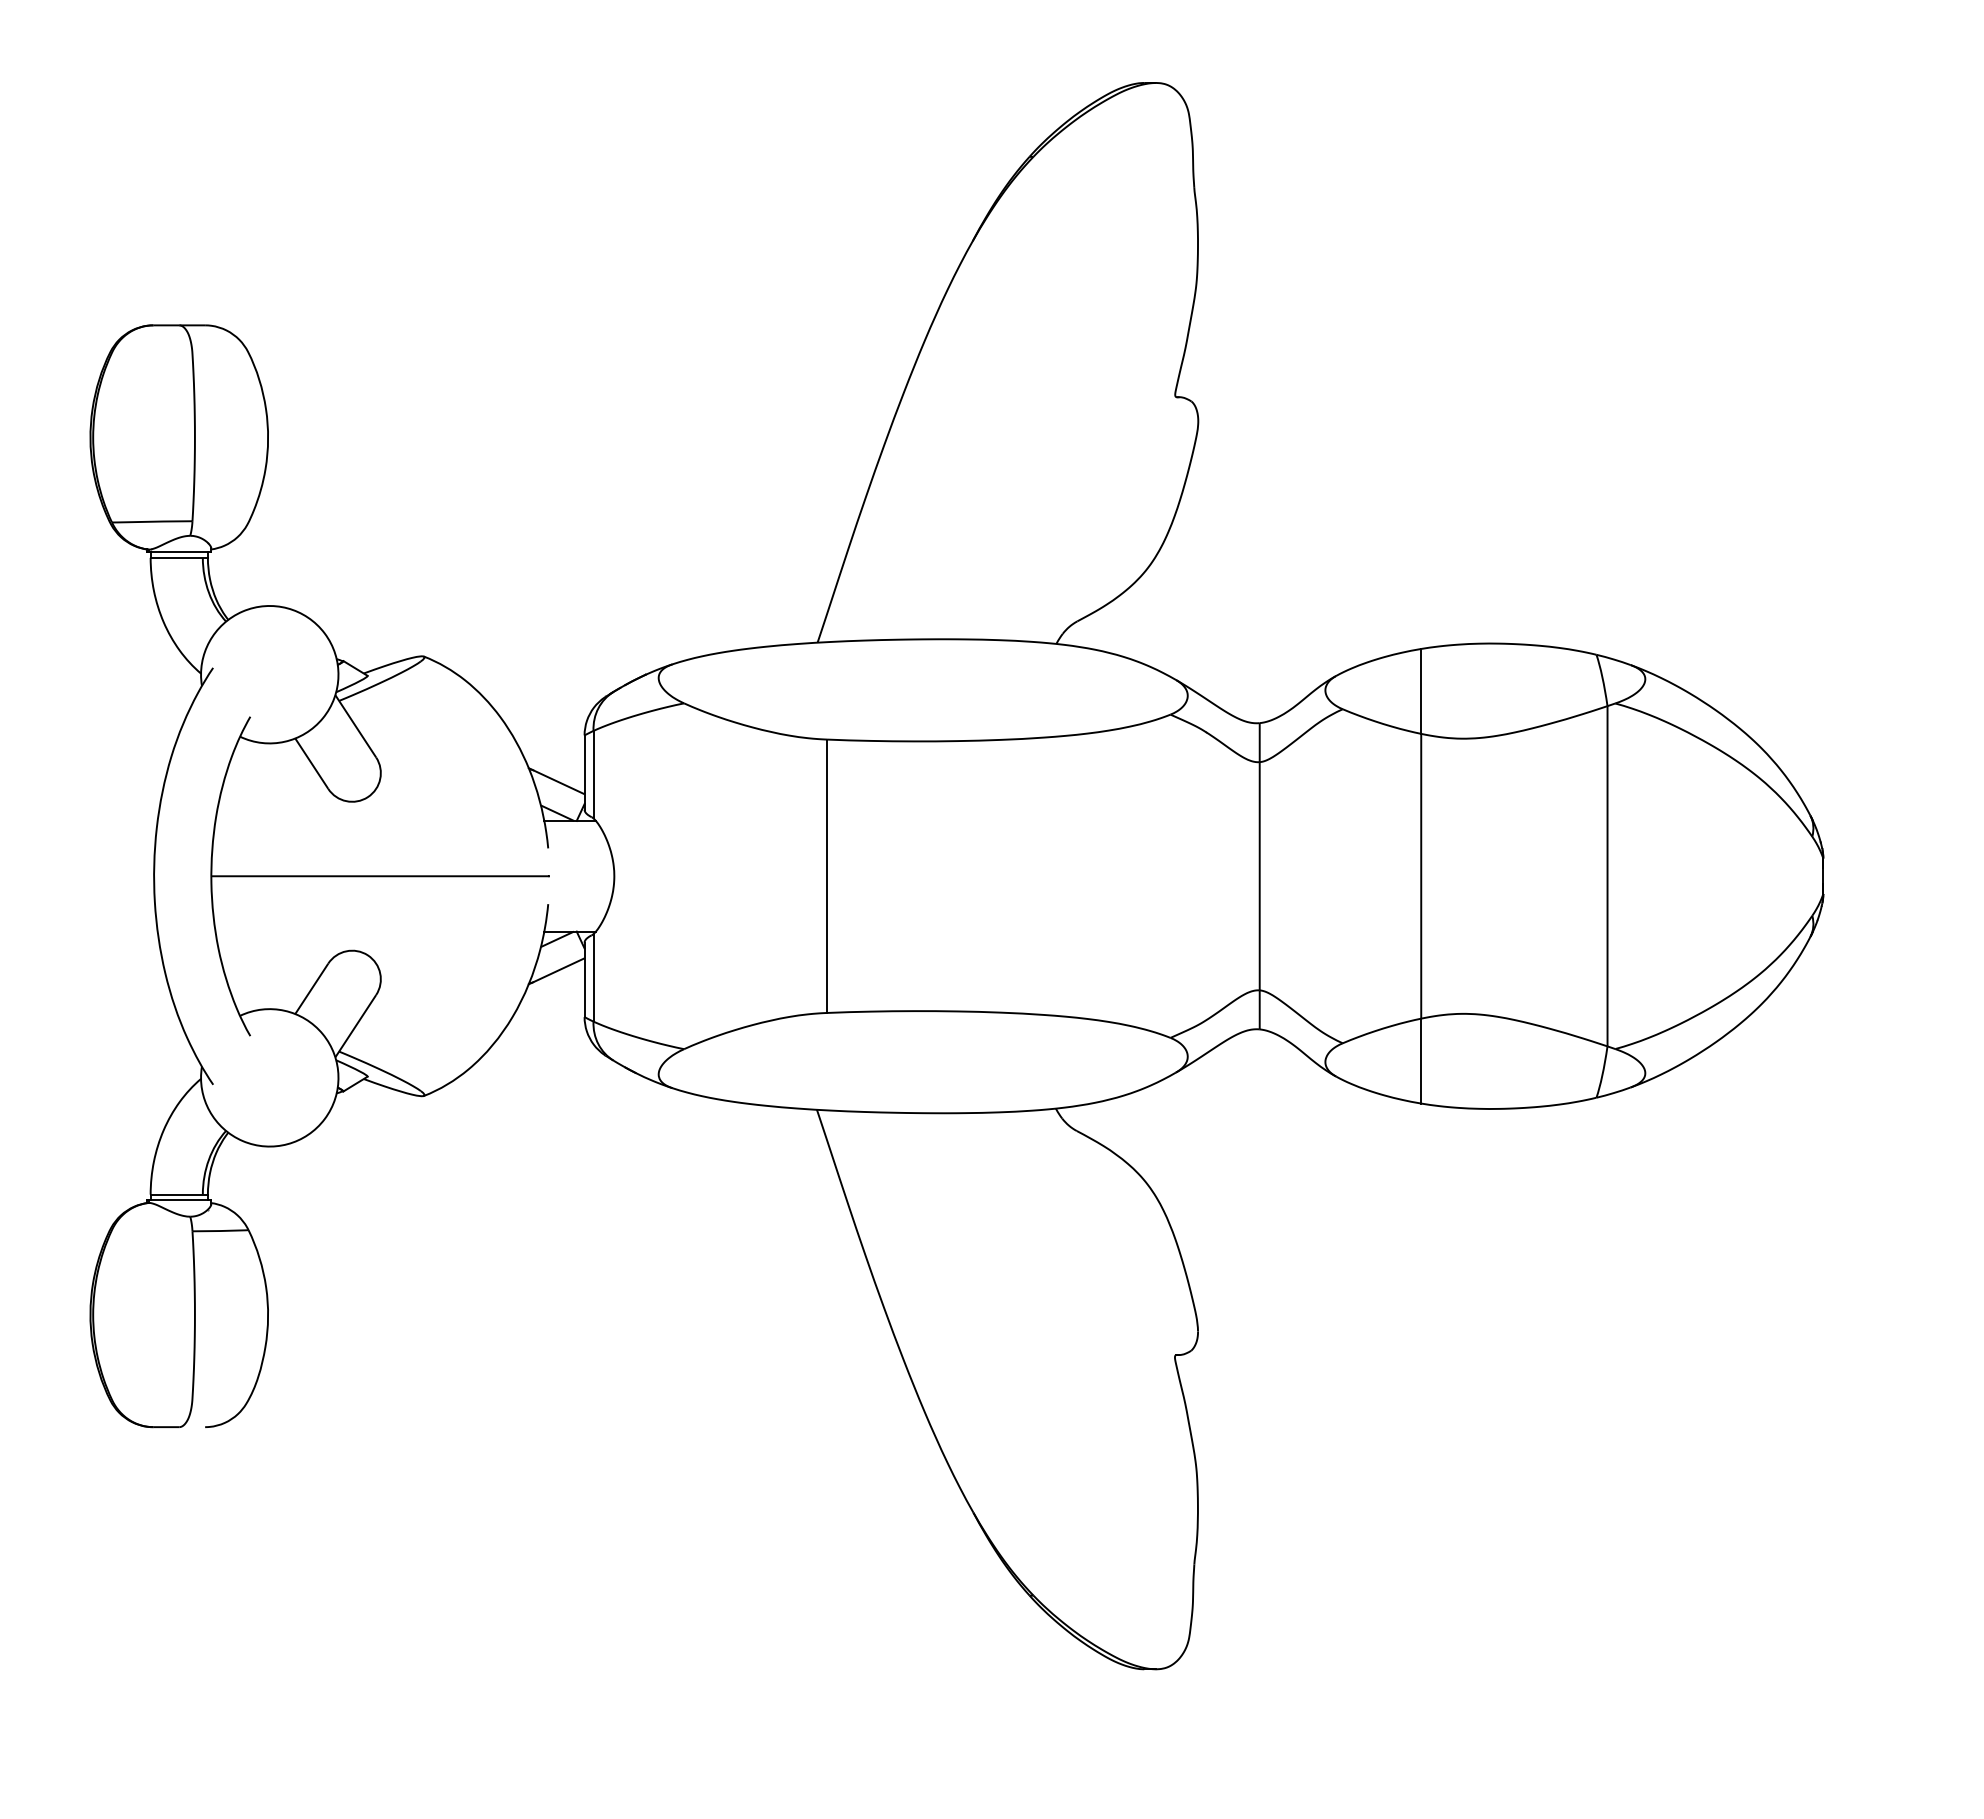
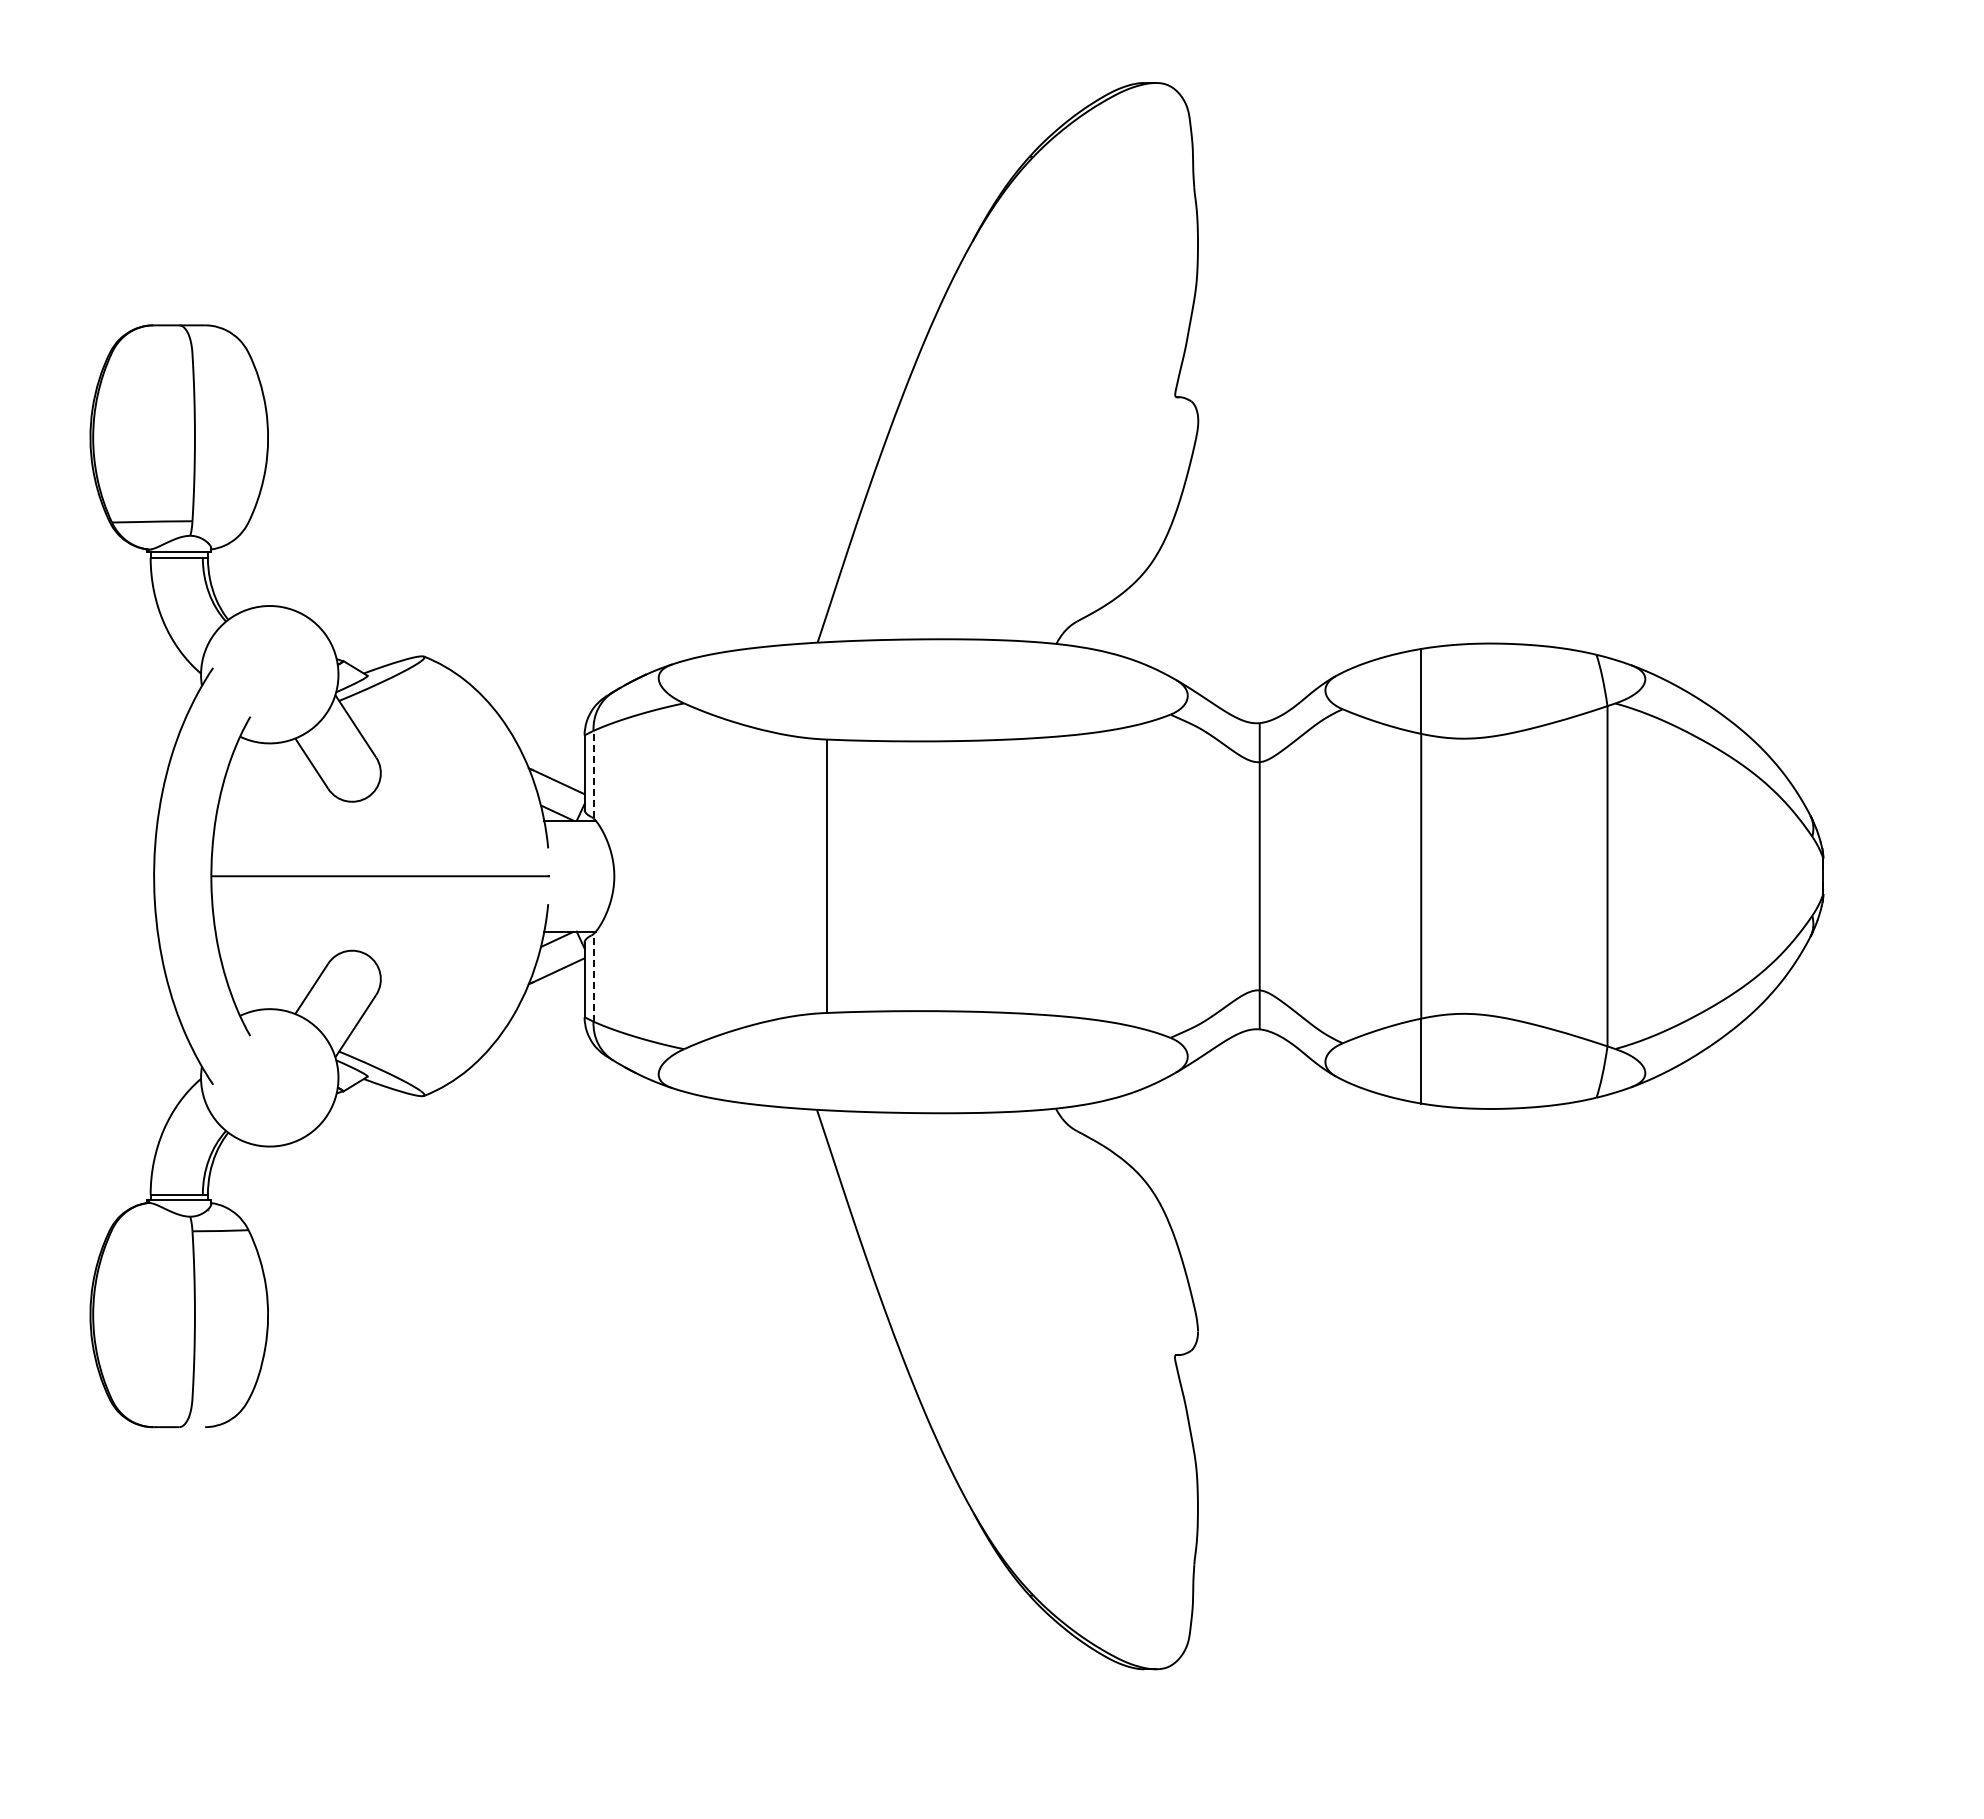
line at (593, 774): solid -> dashed
line at (593, 977): solid -> dashed
